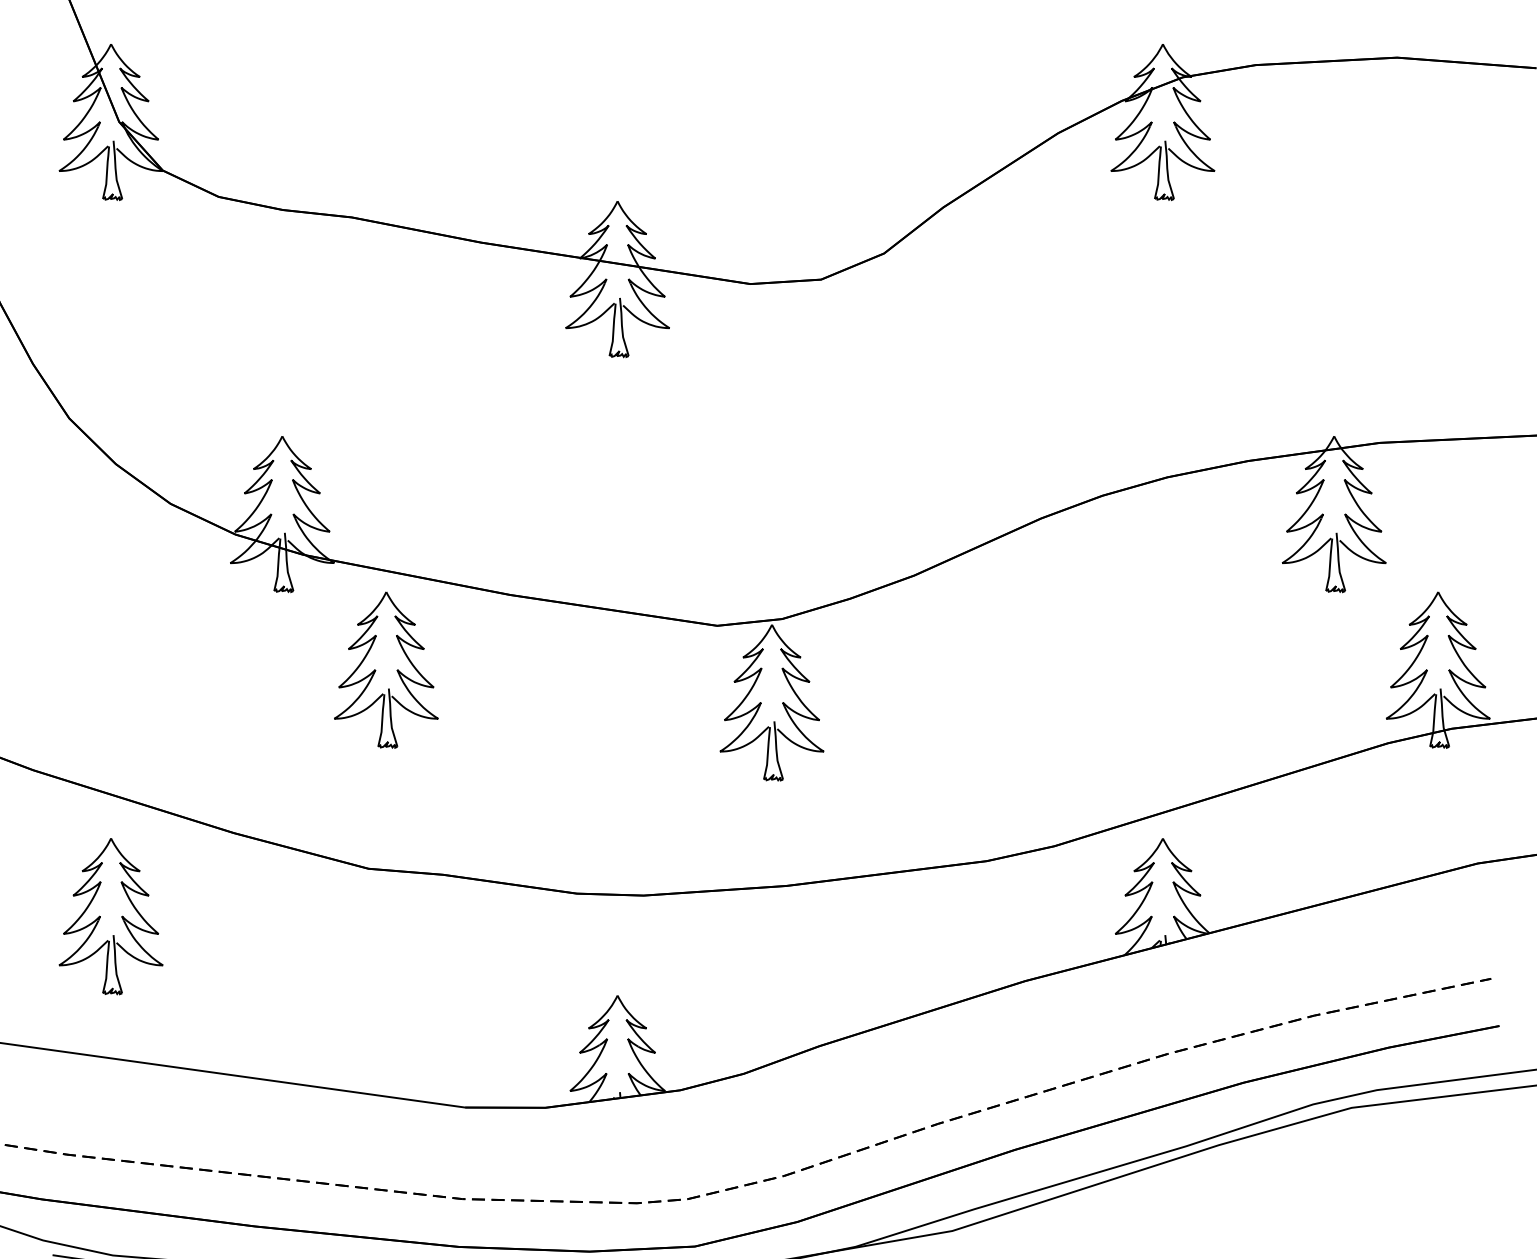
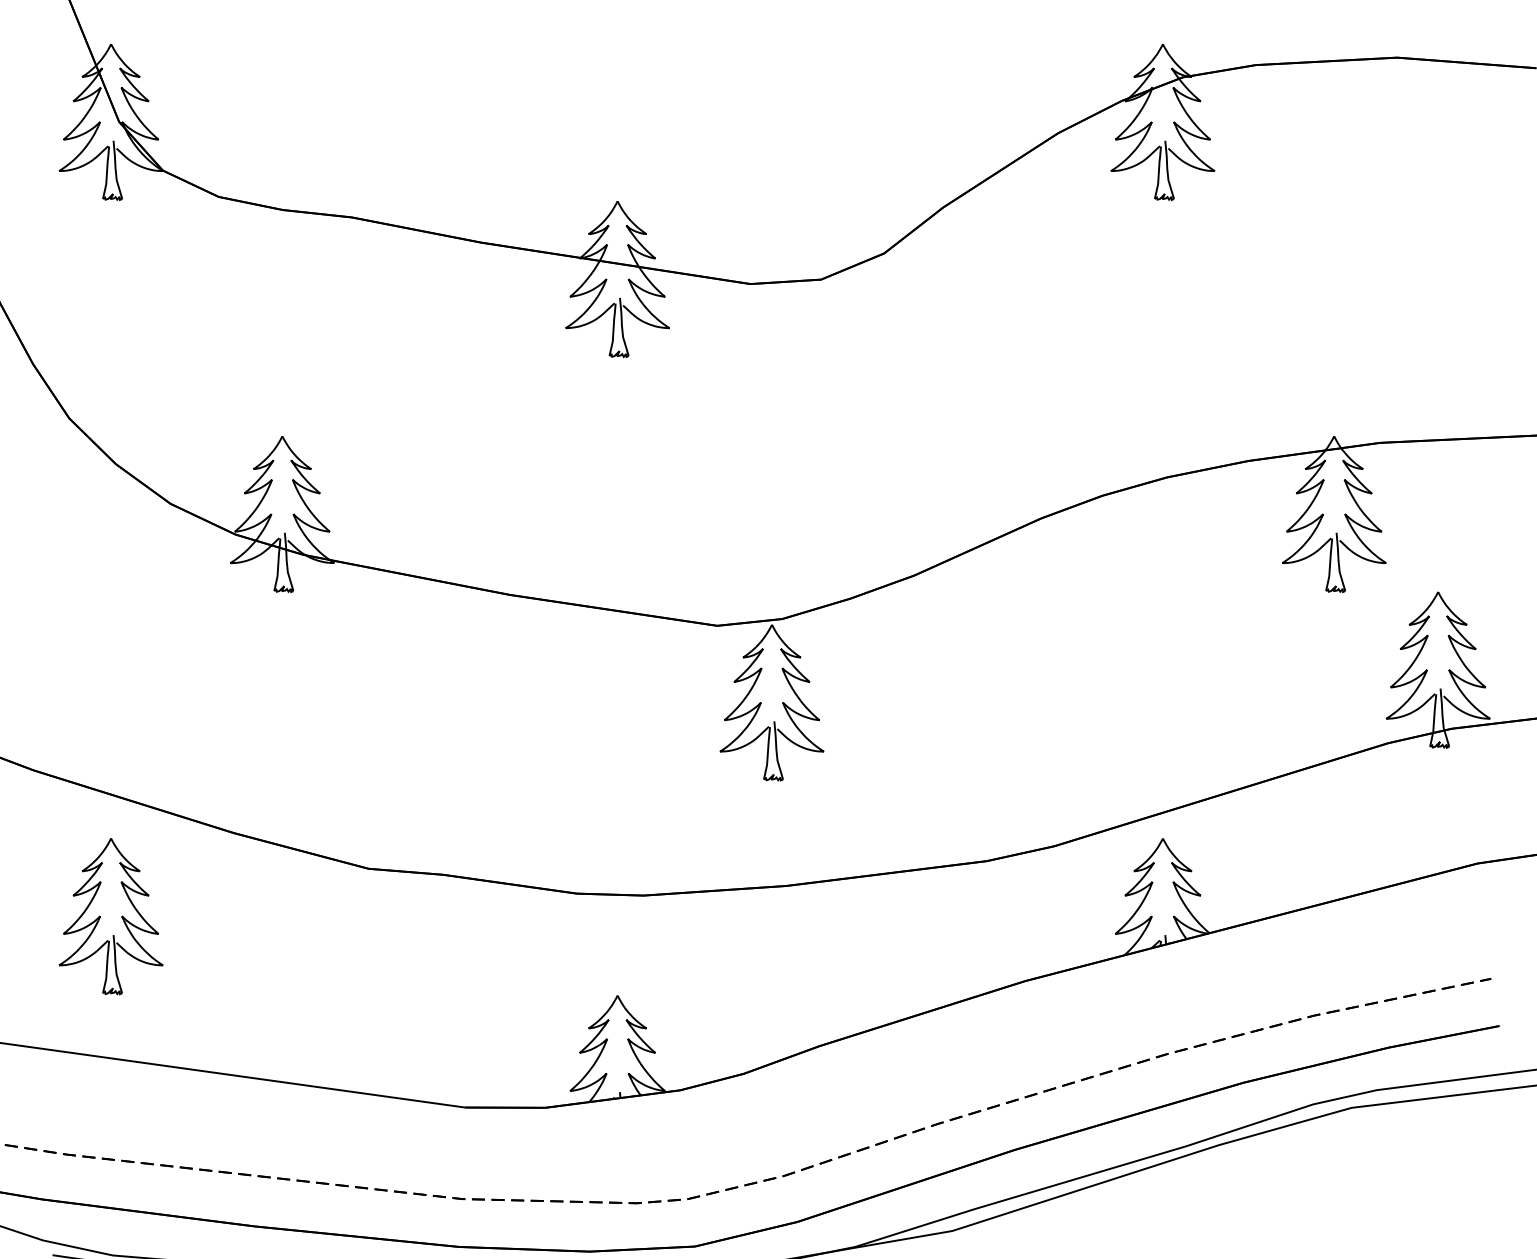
part at (386, 669): present -> none
